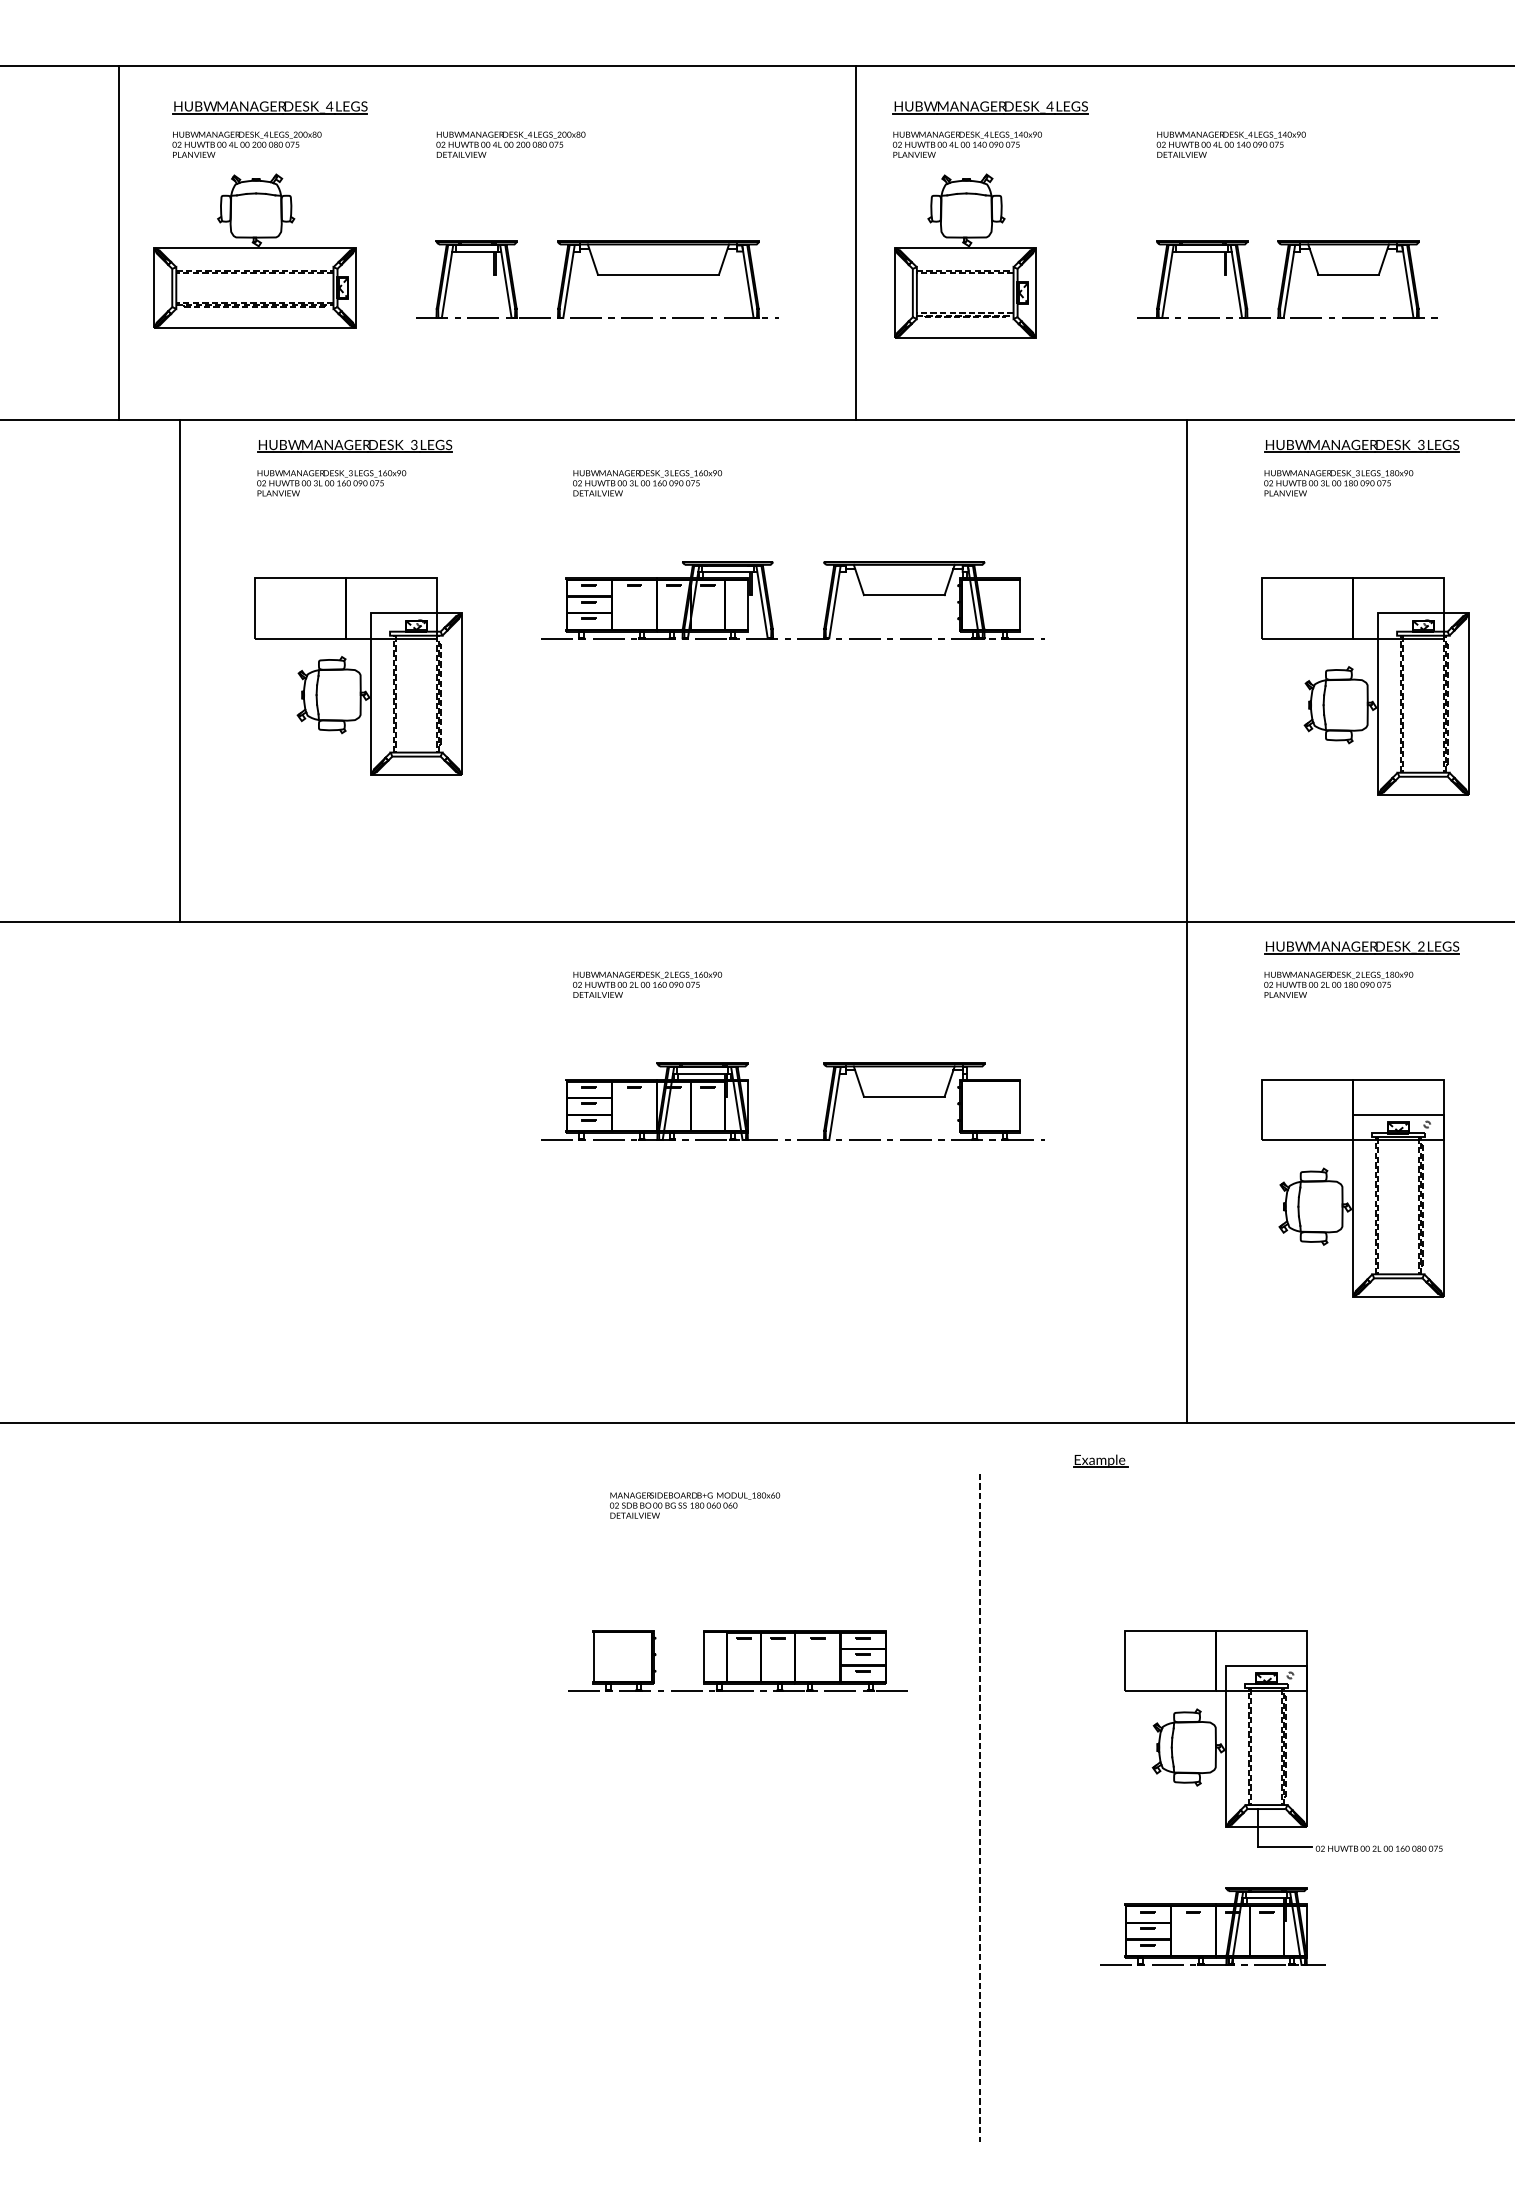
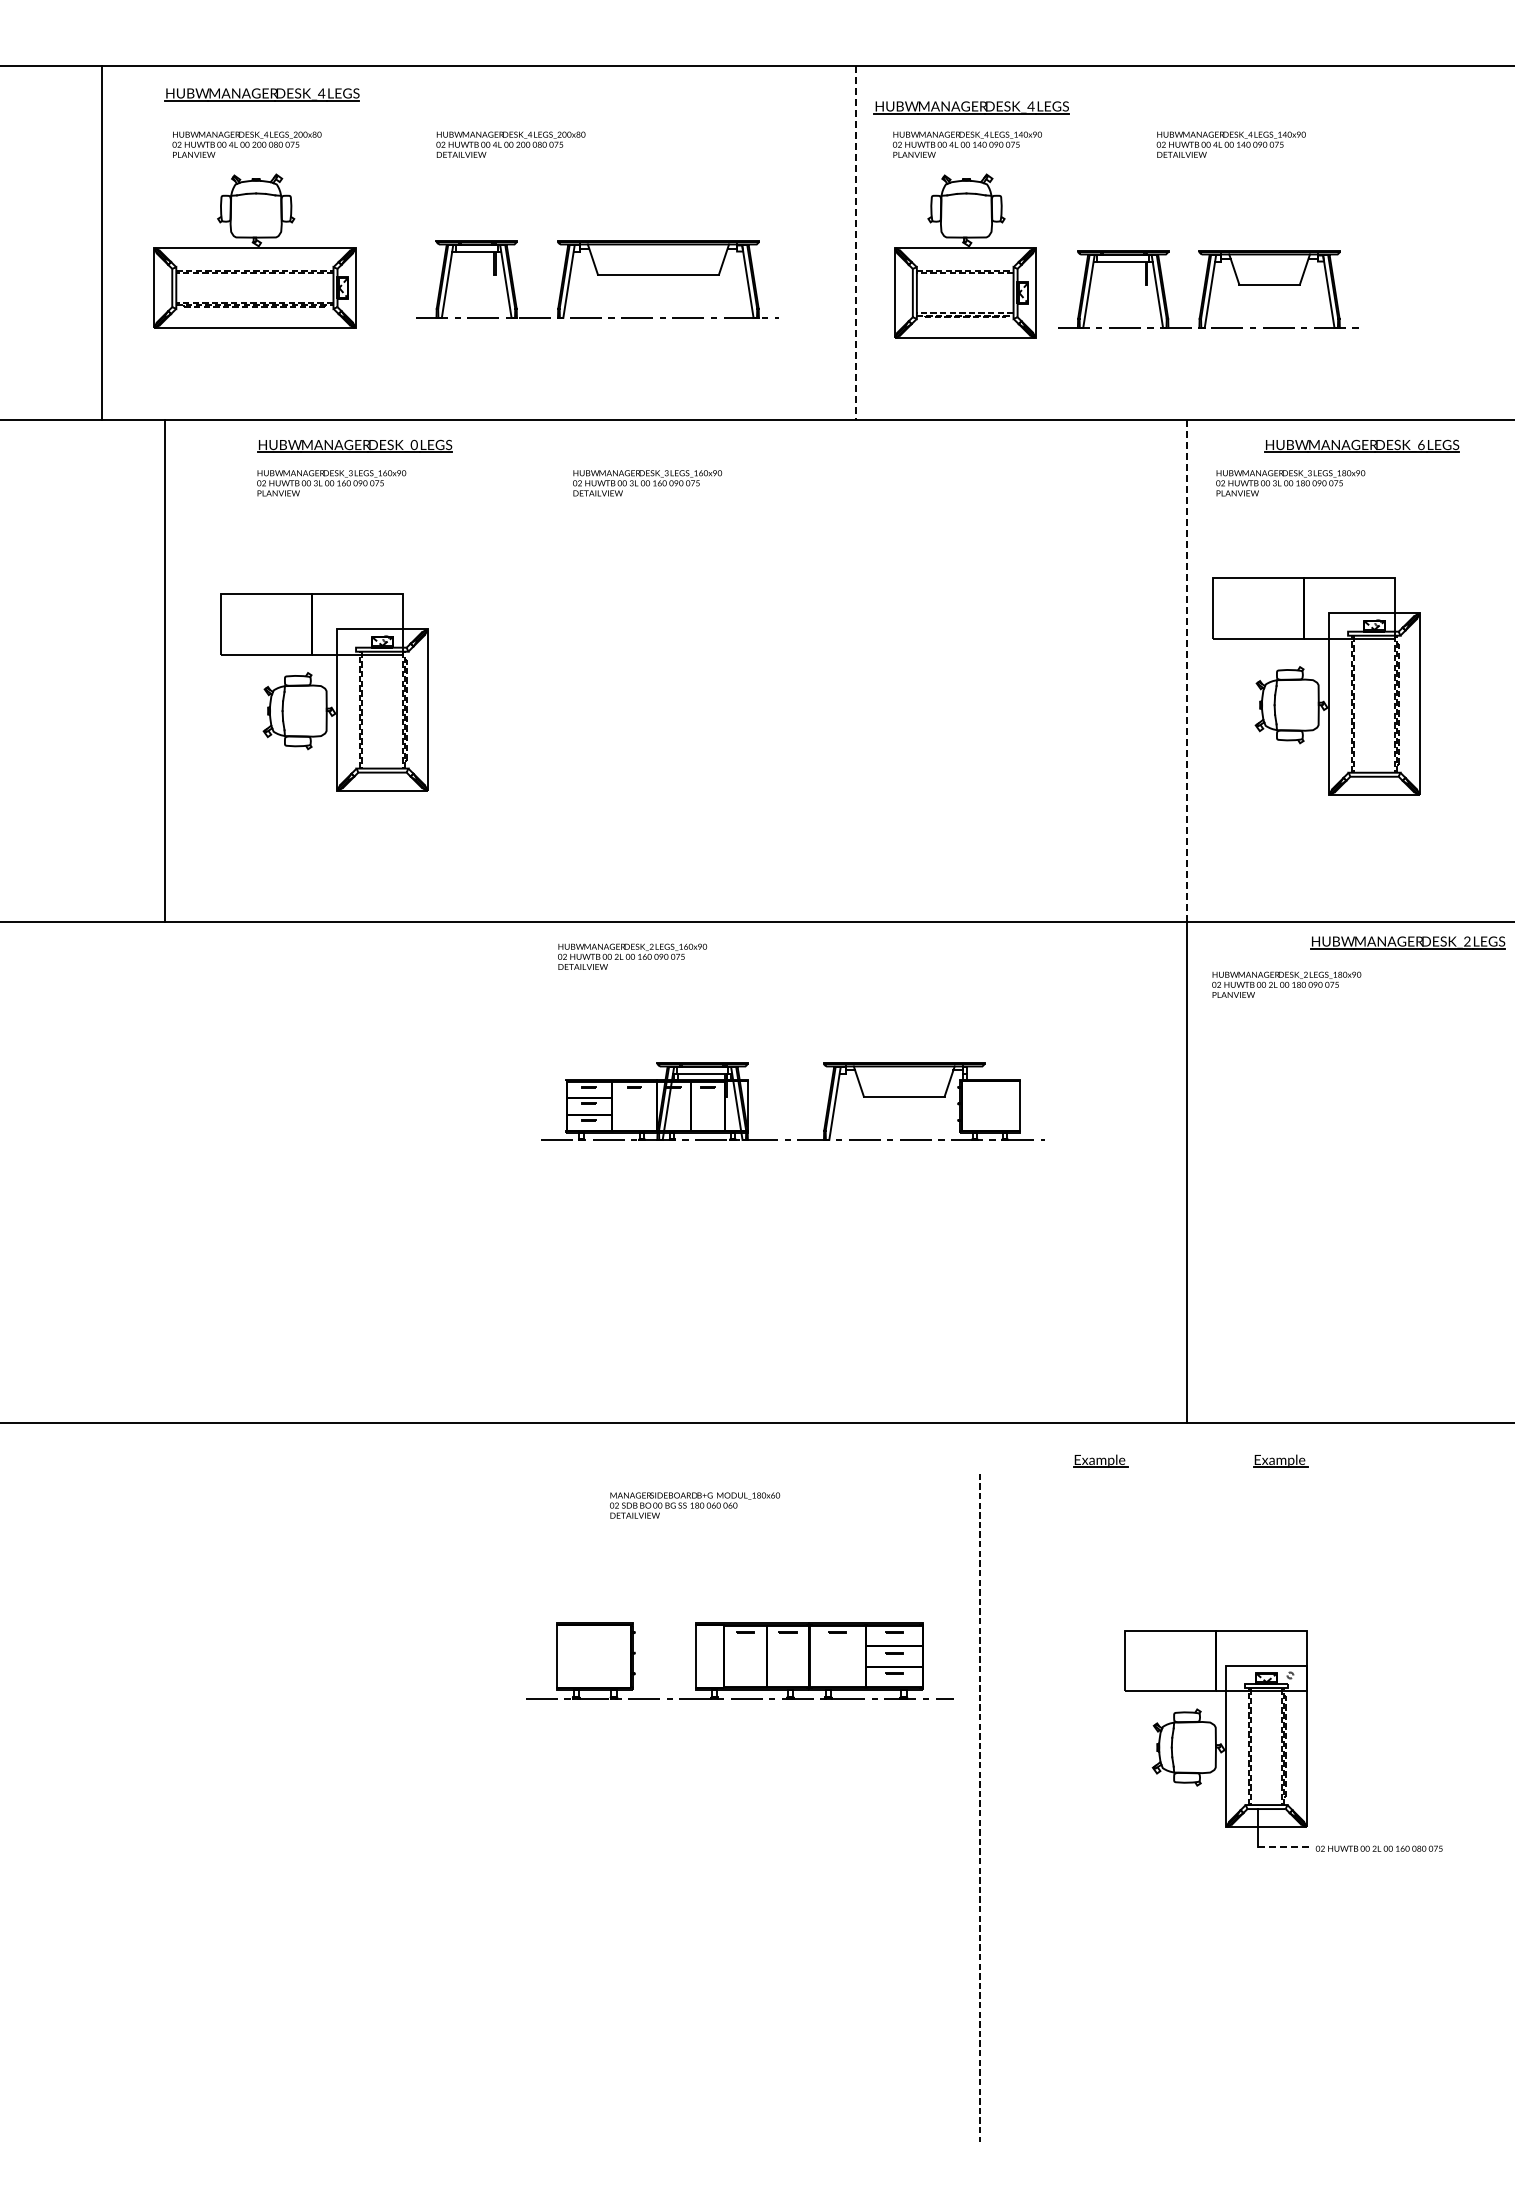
part at (269, 107) position: (269, 107) -> (261, 94)
part at (990, 107) position: (990, 107) -> (971, 107)
line at (118, 243) position: (118, 243) -> (101, 243)
line at (856, 243): solid -> dashed
part at (1287, 279) position: (1287, 279) -> (1208, 289)
text at (413, 444): DESK_3 -> DESK_0
text at (1421, 444): DESK_3 -> DESK_6
text at (1338, 483) position: (1338, 483) -> (1290, 483)
part at (770, 606): present -> none
line at (180, 670) position: (180, 670) -> (165, 670)
line at (1187, 671): solid -> dashed
part at (358, 676) position: (358, 676) -> (324, 692)
part at (1365, 686) position: (1365, 686) -> (1316, 686)
part at (1361, 947) position: (1361, 947) -> (1407, 942)
text at (647, 984) position: (647, 984) -> (632, 956)
text at (1338, 984) position: (1338, 984) -> (1286, 984)
part at (1352, 1188): present -> none
part at (1280, 1460): none -> present
part at (737, 1660) size: 340x62 px -> 428x78 px
line at (1284, 1847): solid -> dashed
part at (1212, 1926): present -> none
